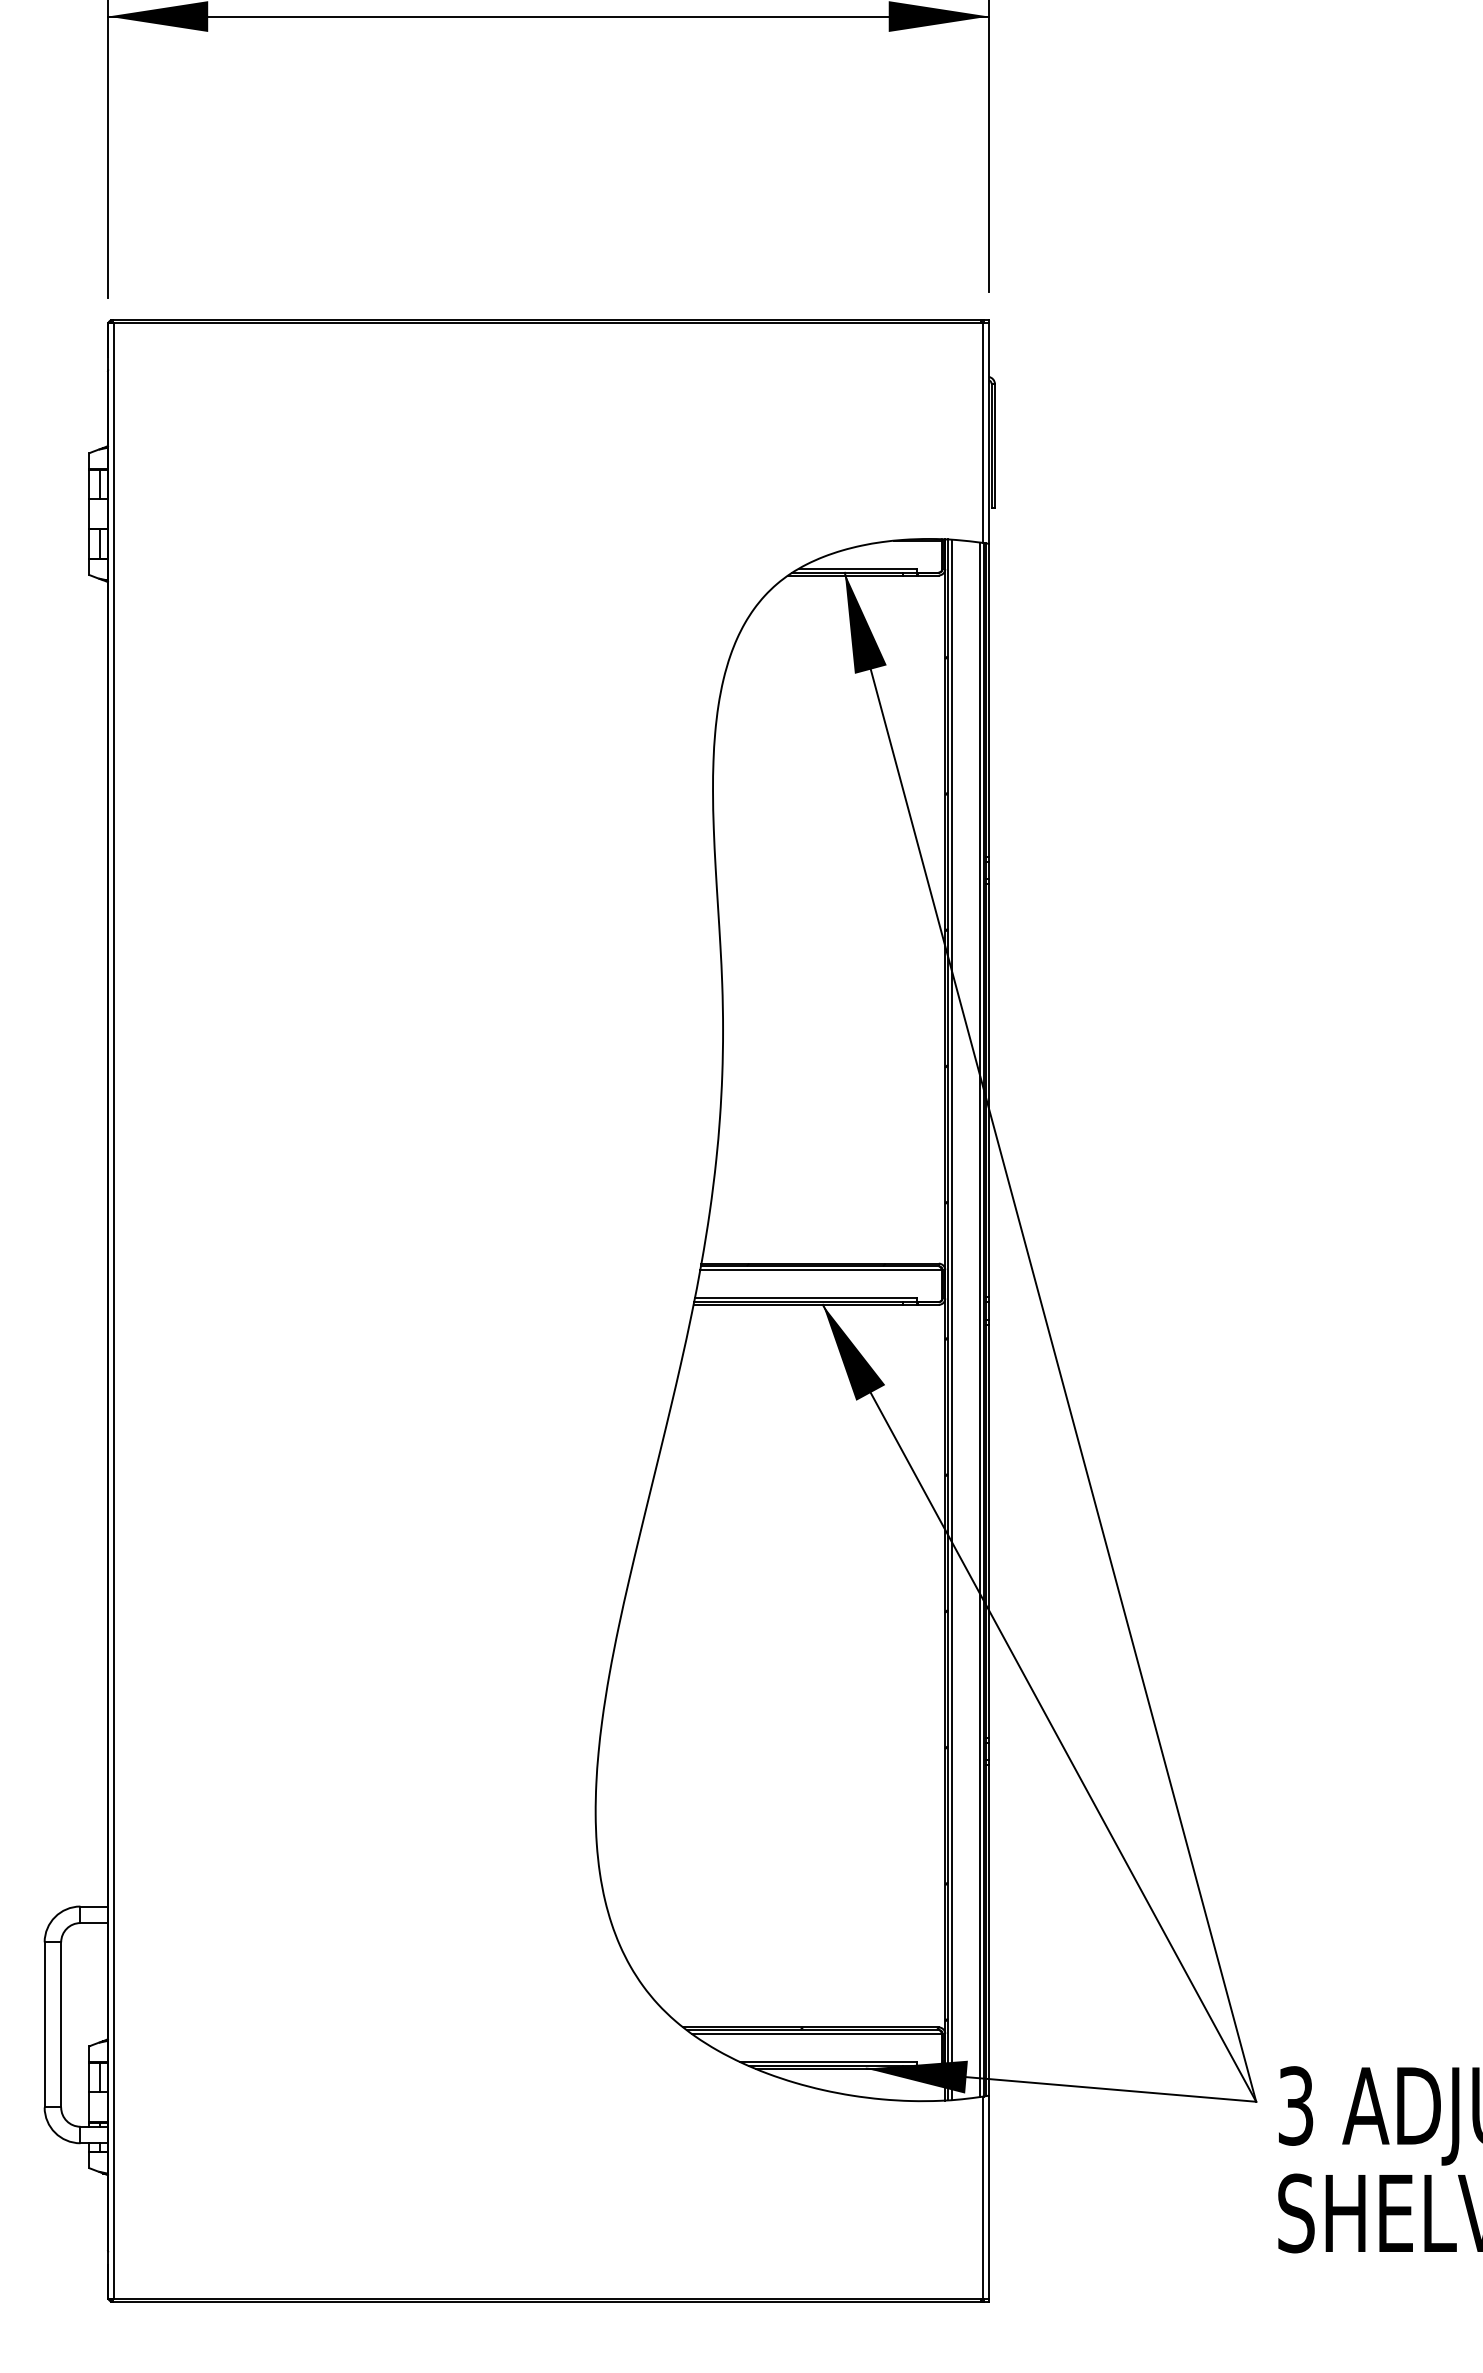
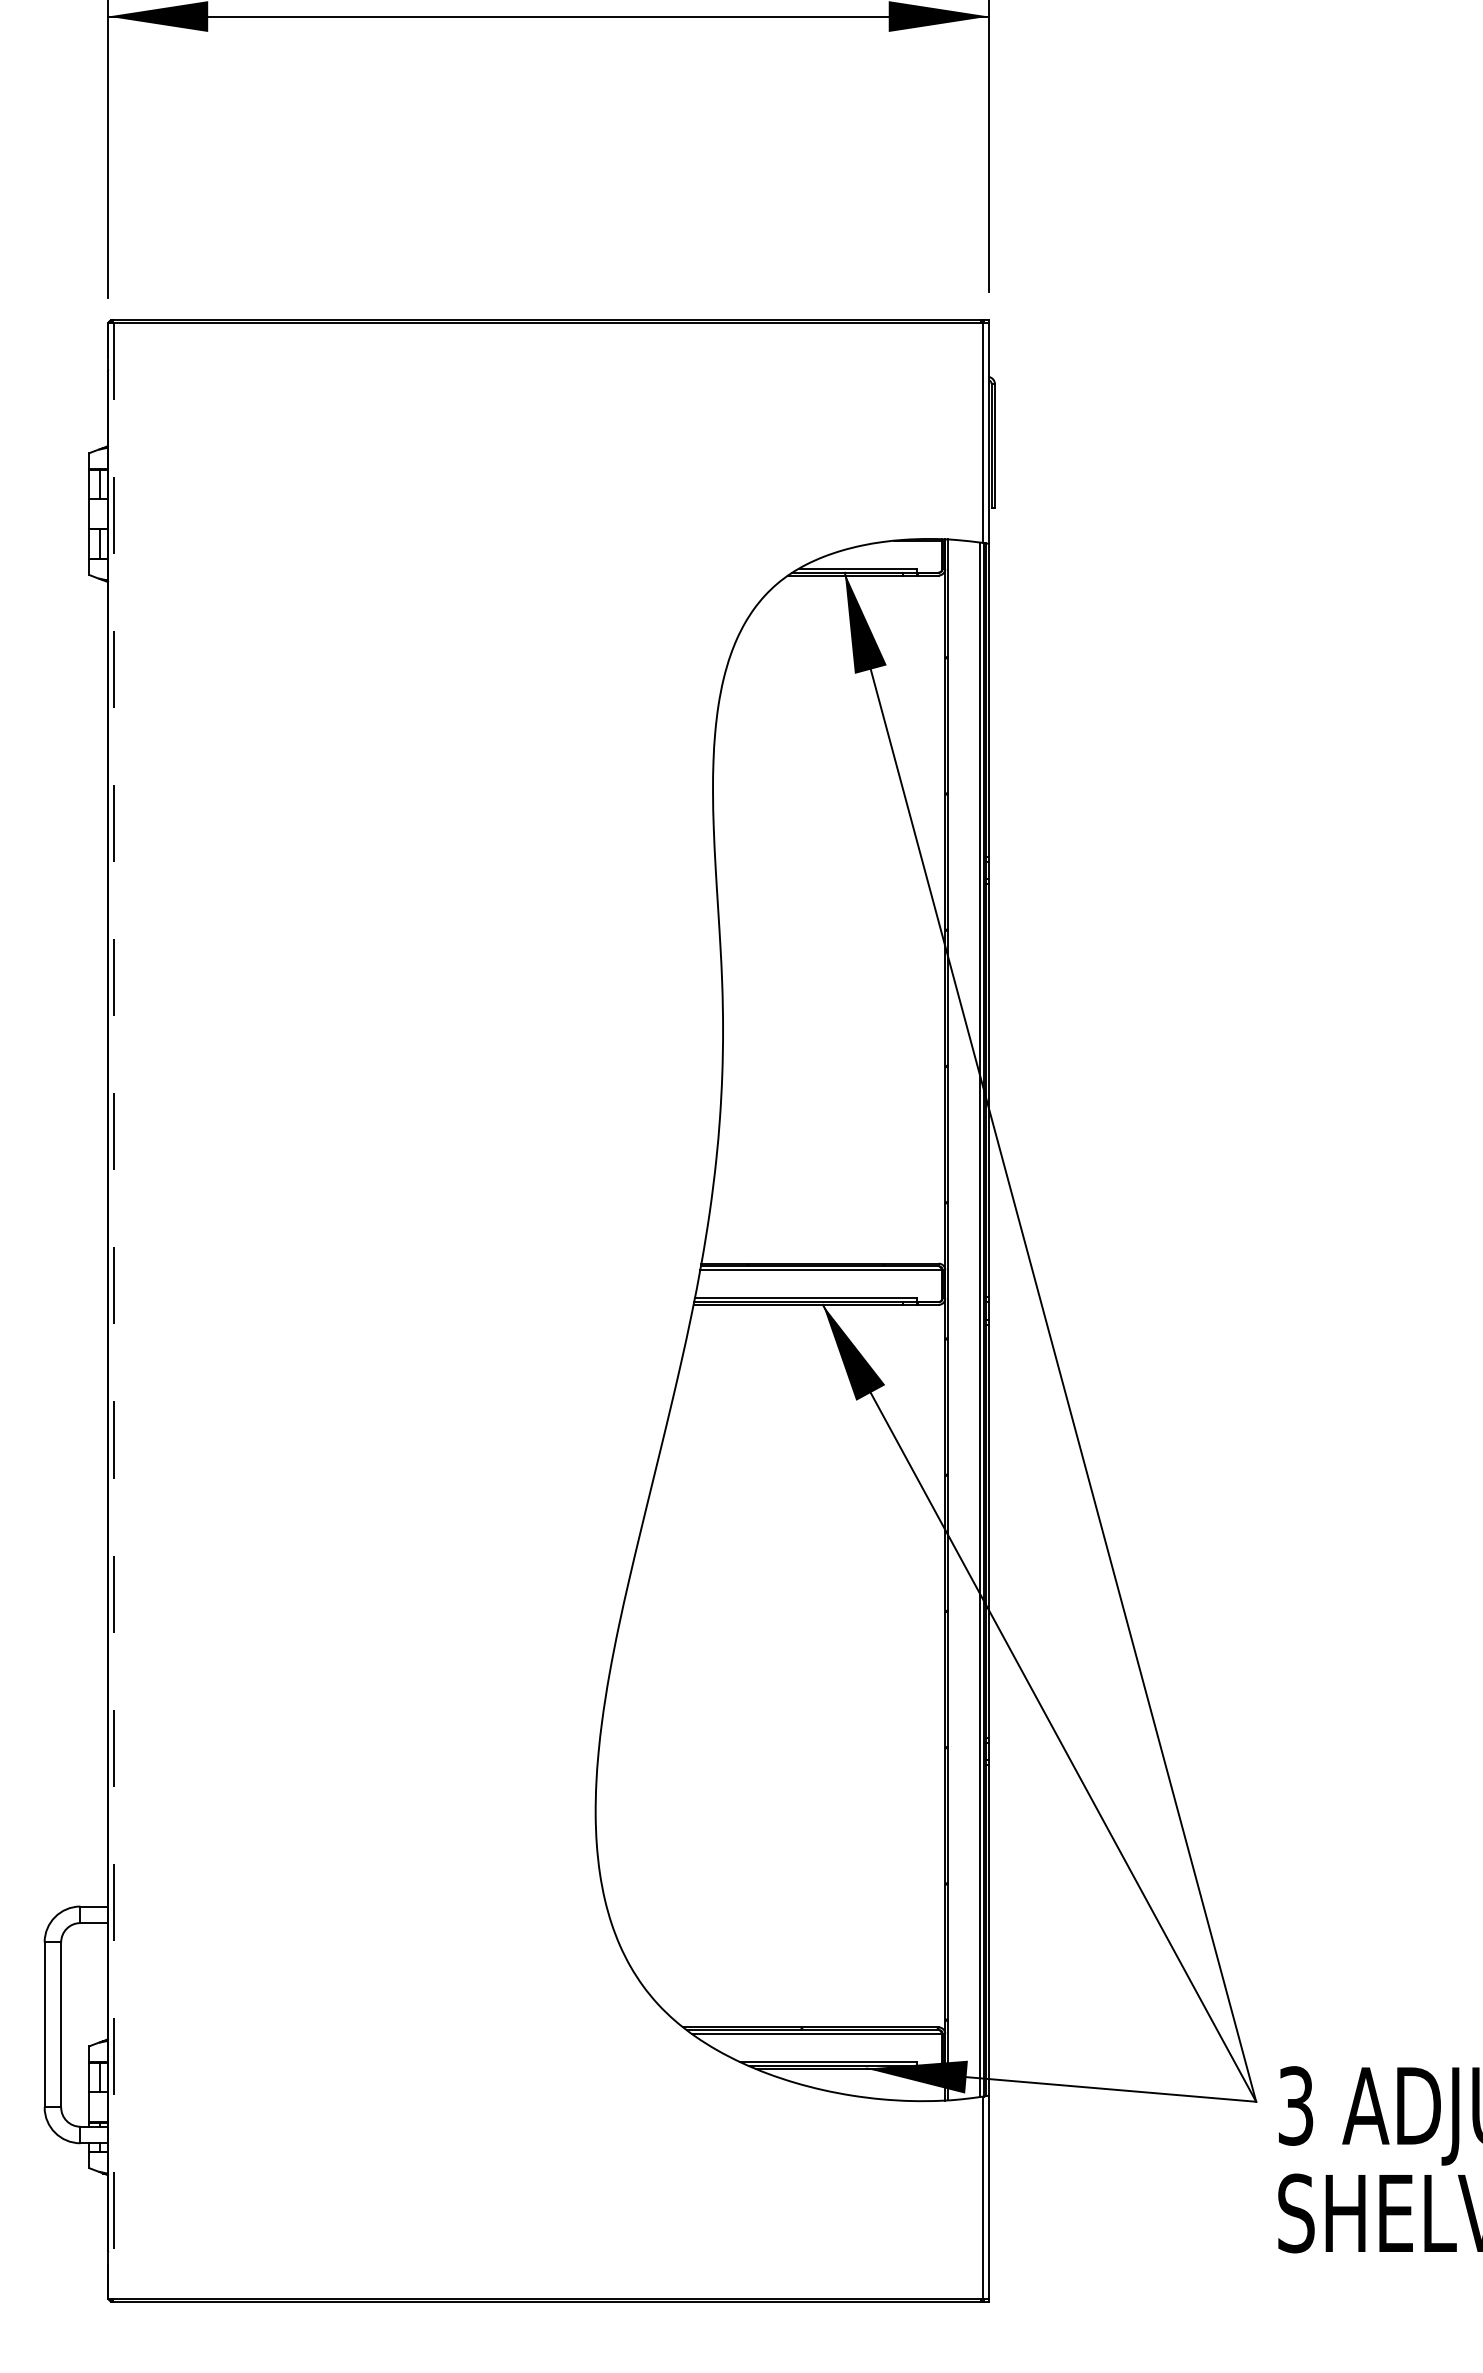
line at (114, 1311): solid -> dashed
line at (951, 1319): present -> none
